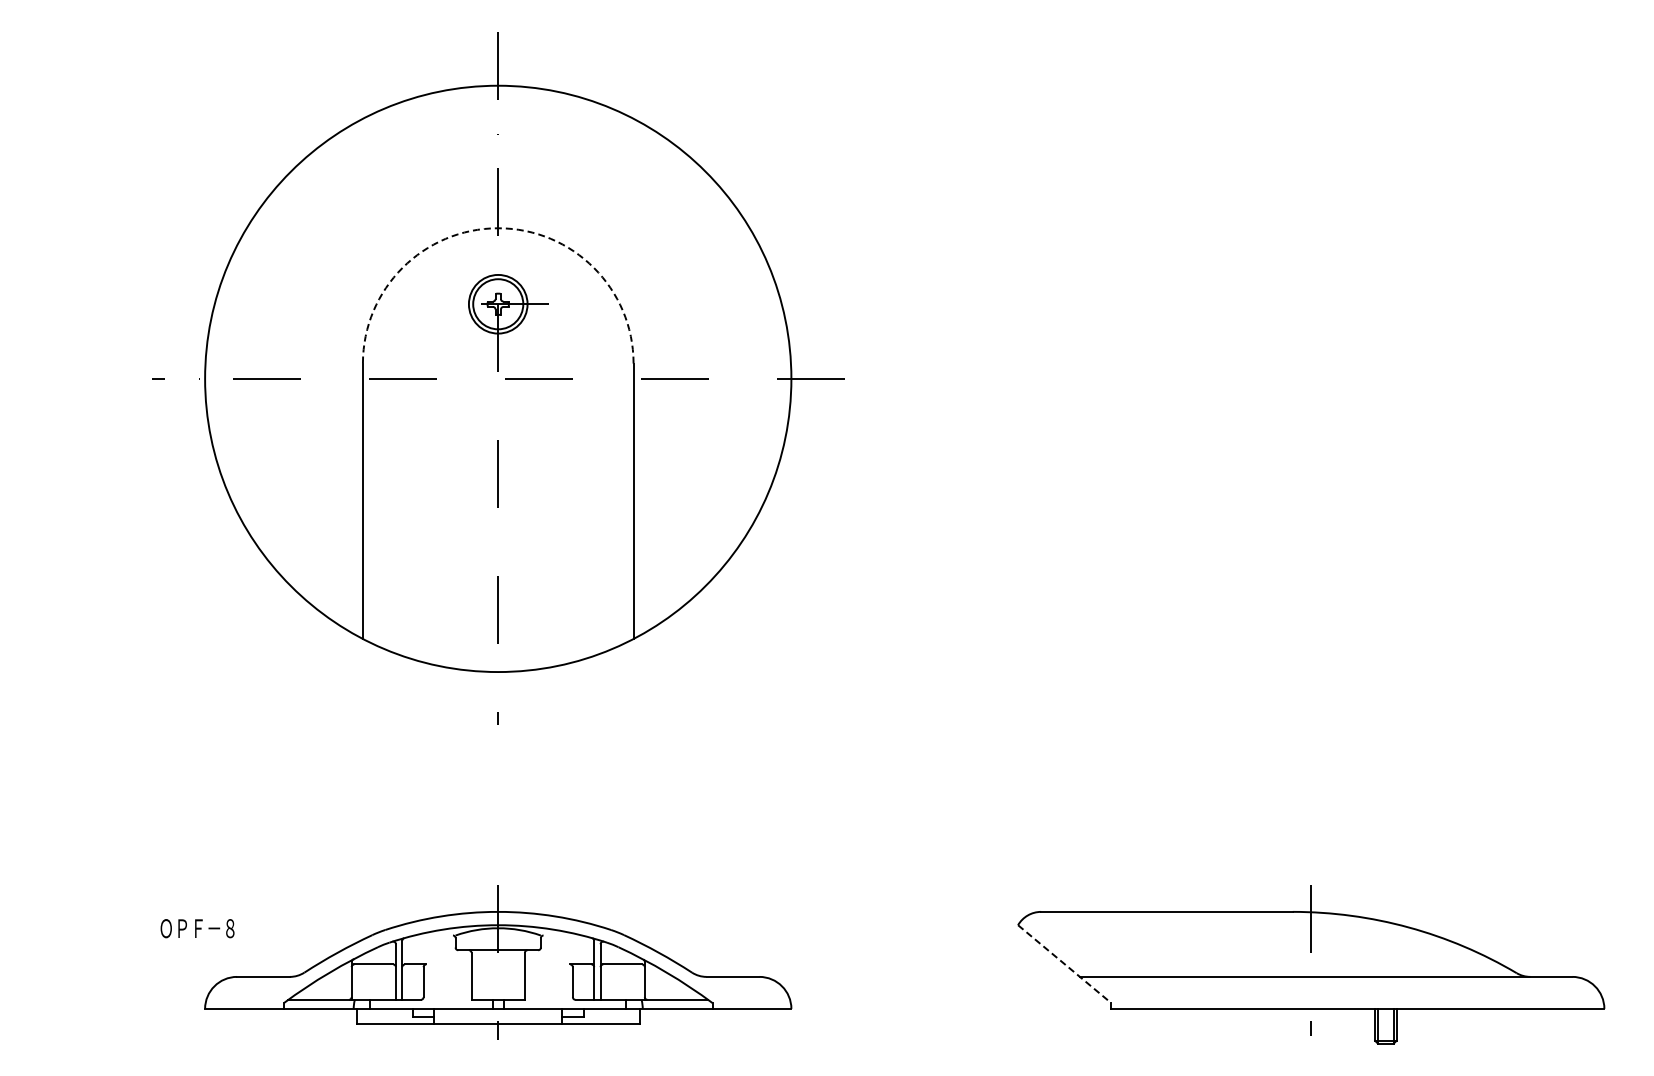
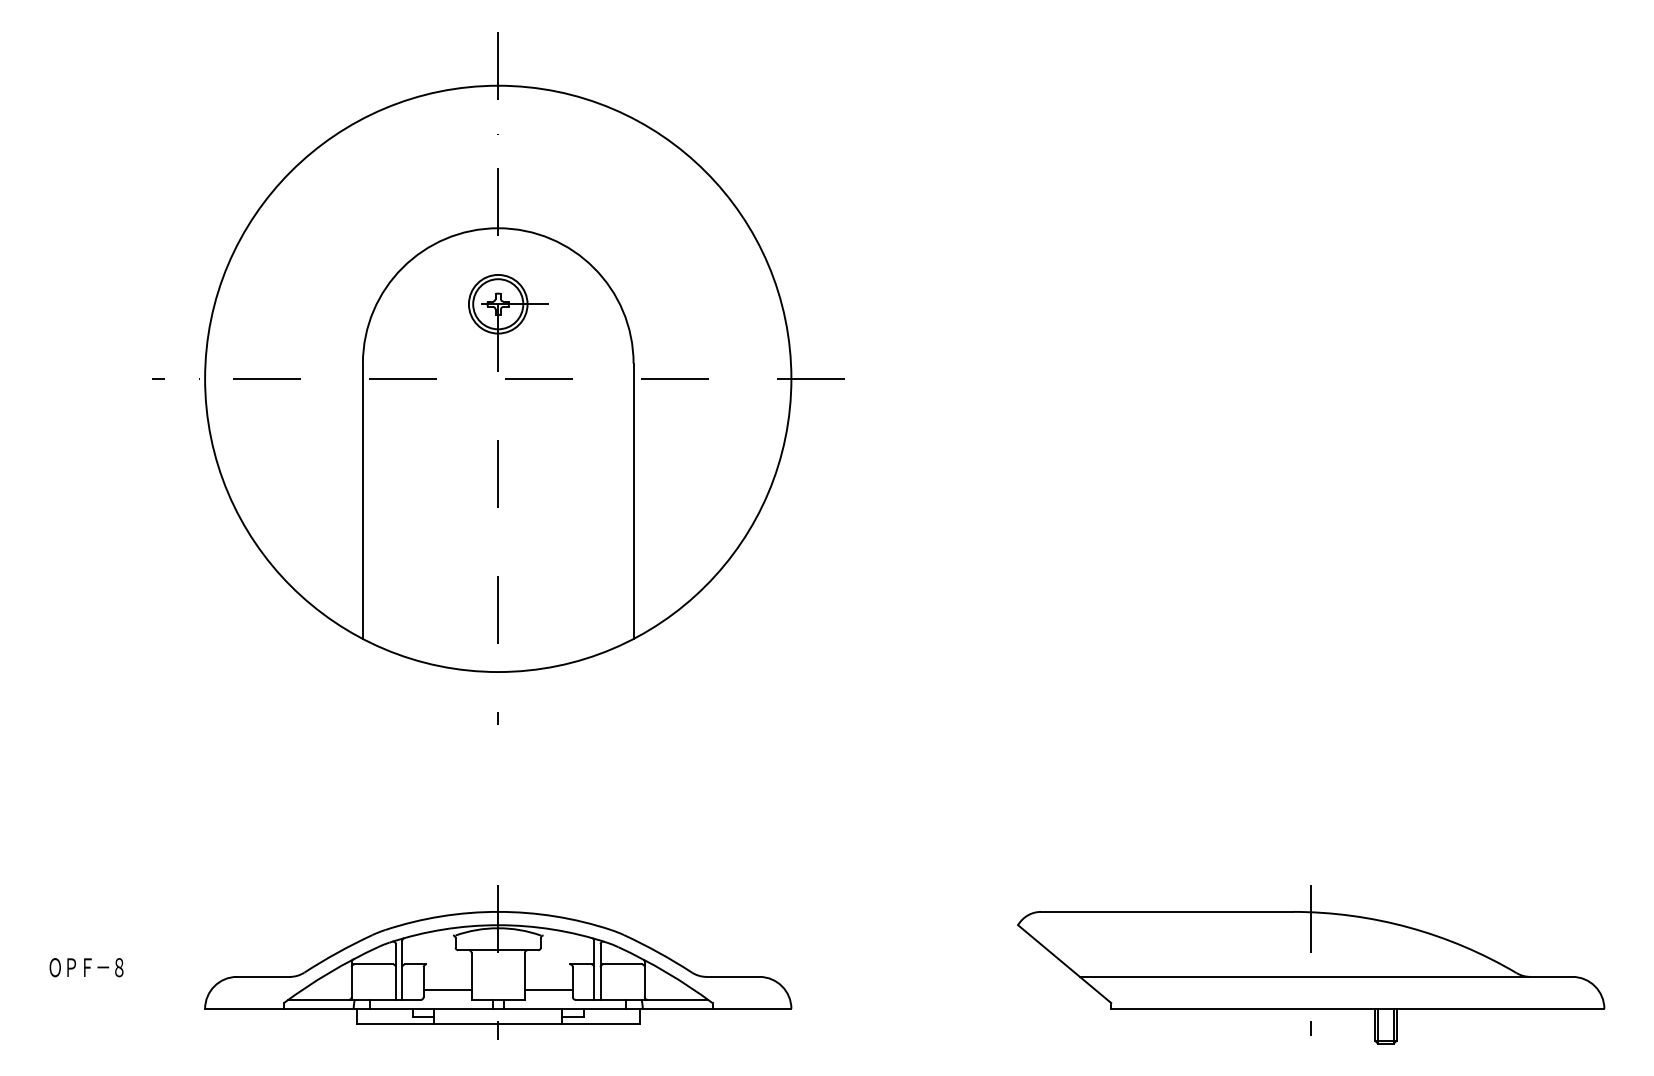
arc at (498, 228): dashed -> solid
text at (197, 928) position: (197, 928) -> (86, 967)
line at (1064, 964): dashed -> solid
line at (447, 990): none -> present
line at (548, 990): none -> present
